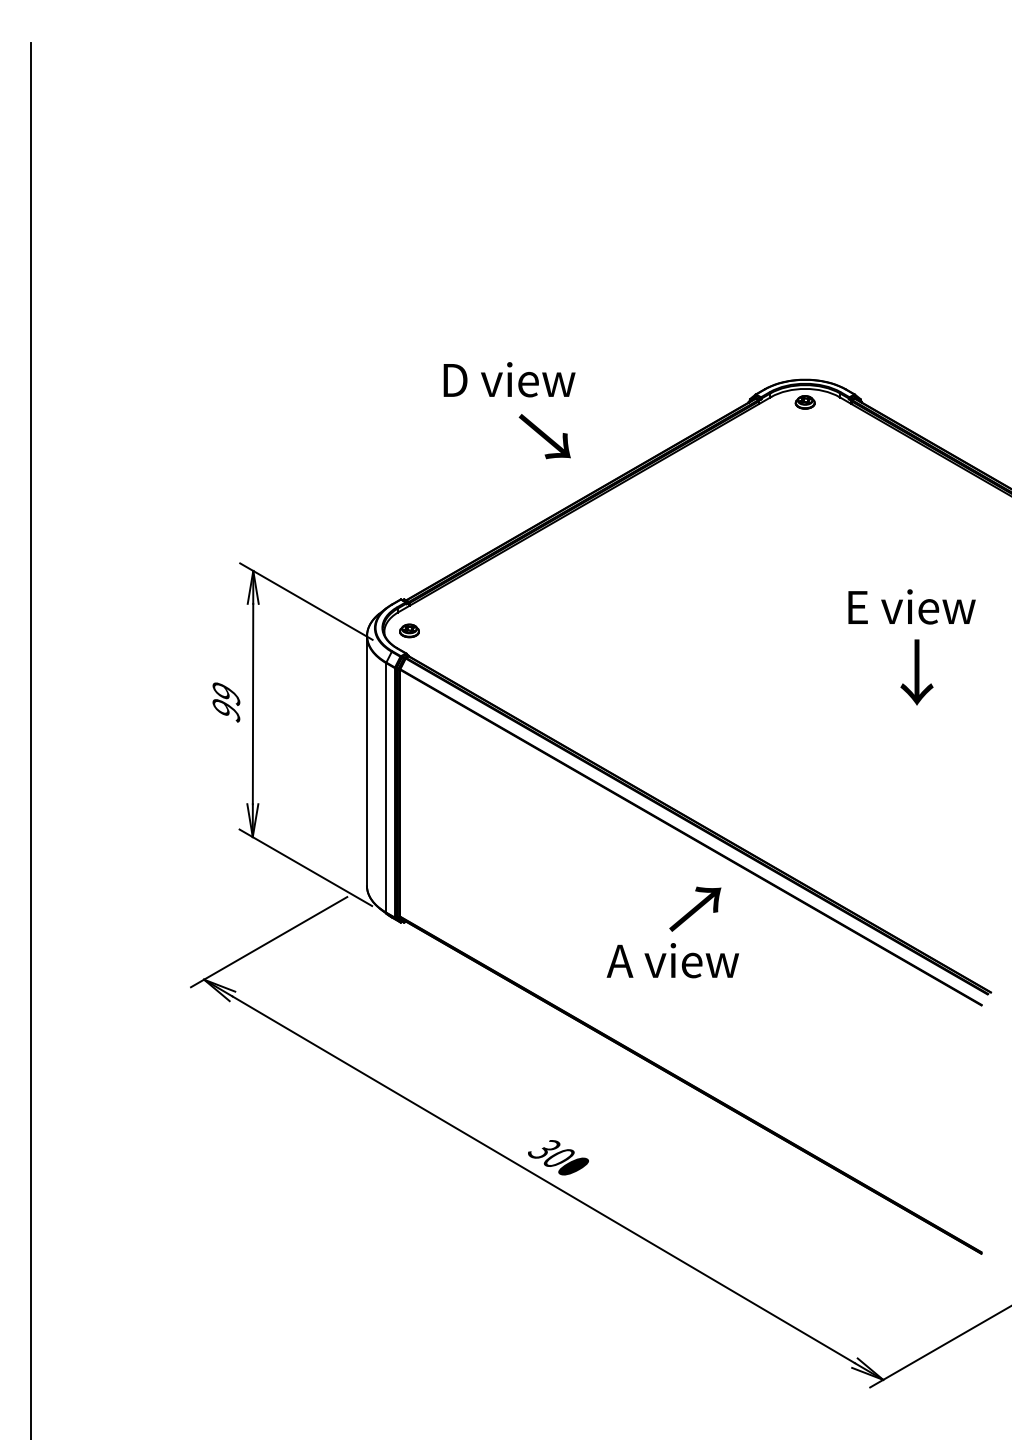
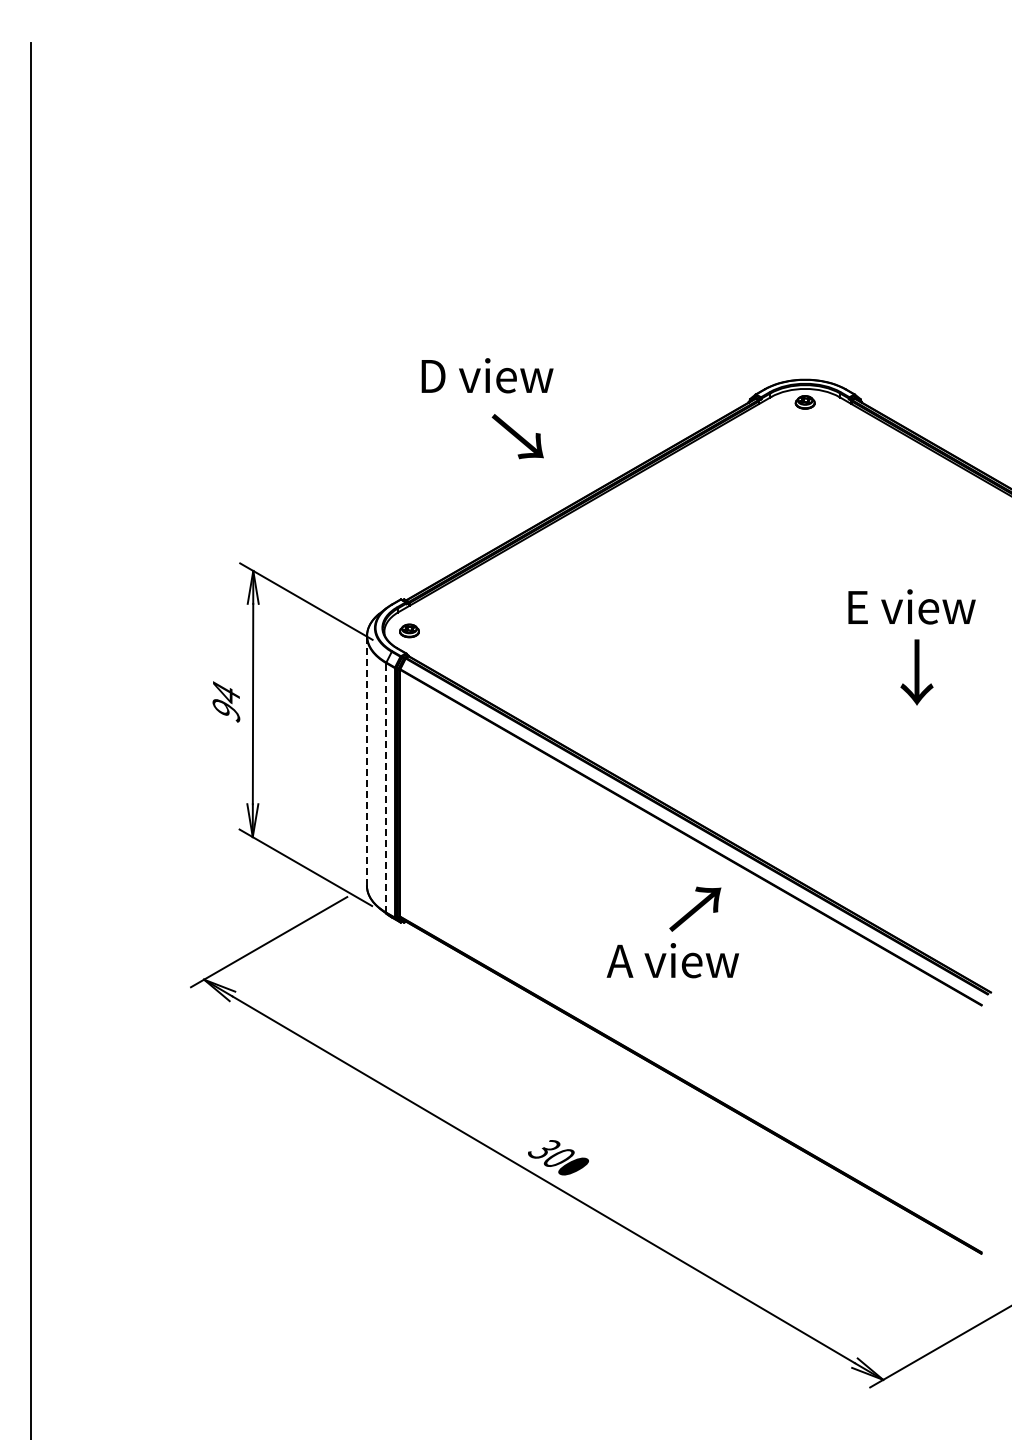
text at (509, 379) position: (509, 379) -> (487, 375)
text at (544, 436) position: (544, 436) -> (517, 436)
text at (226, 693): 99 -> 94
line at (366, 760): solid -> dashed
line at (386, 787): solid -> dashed
